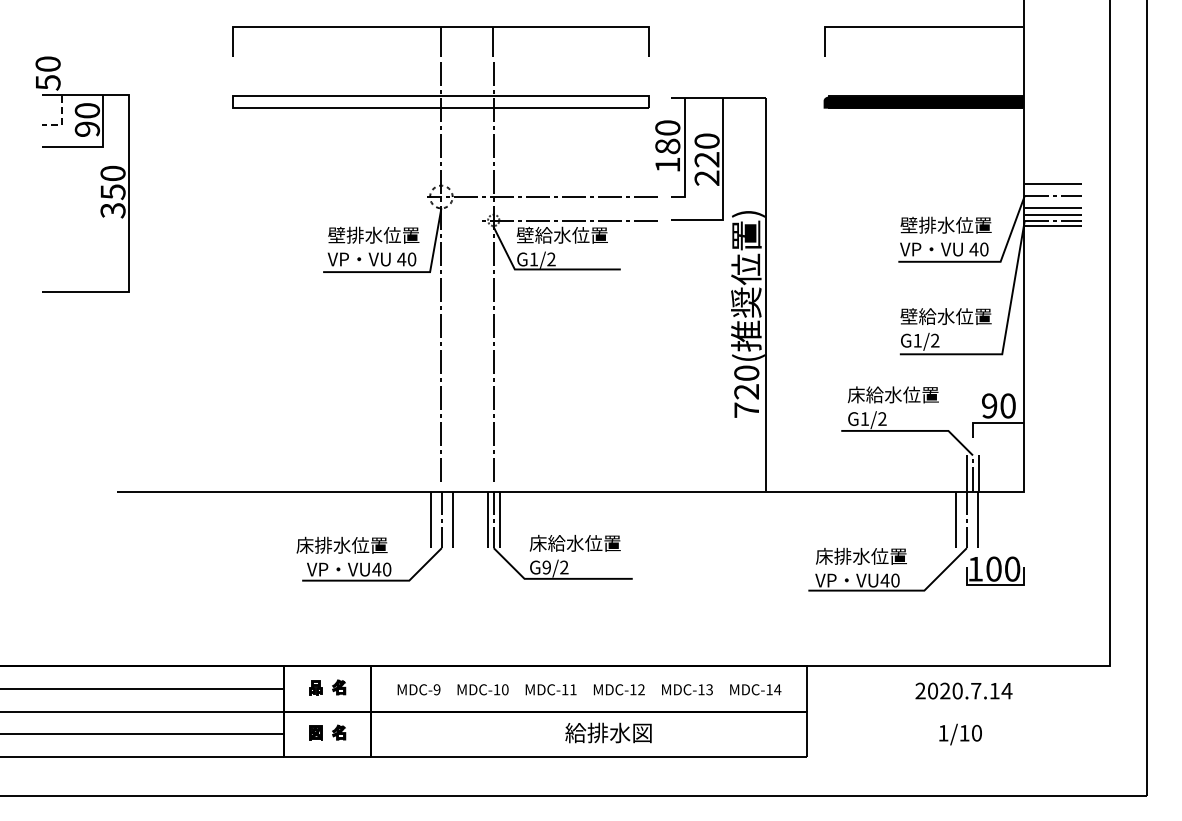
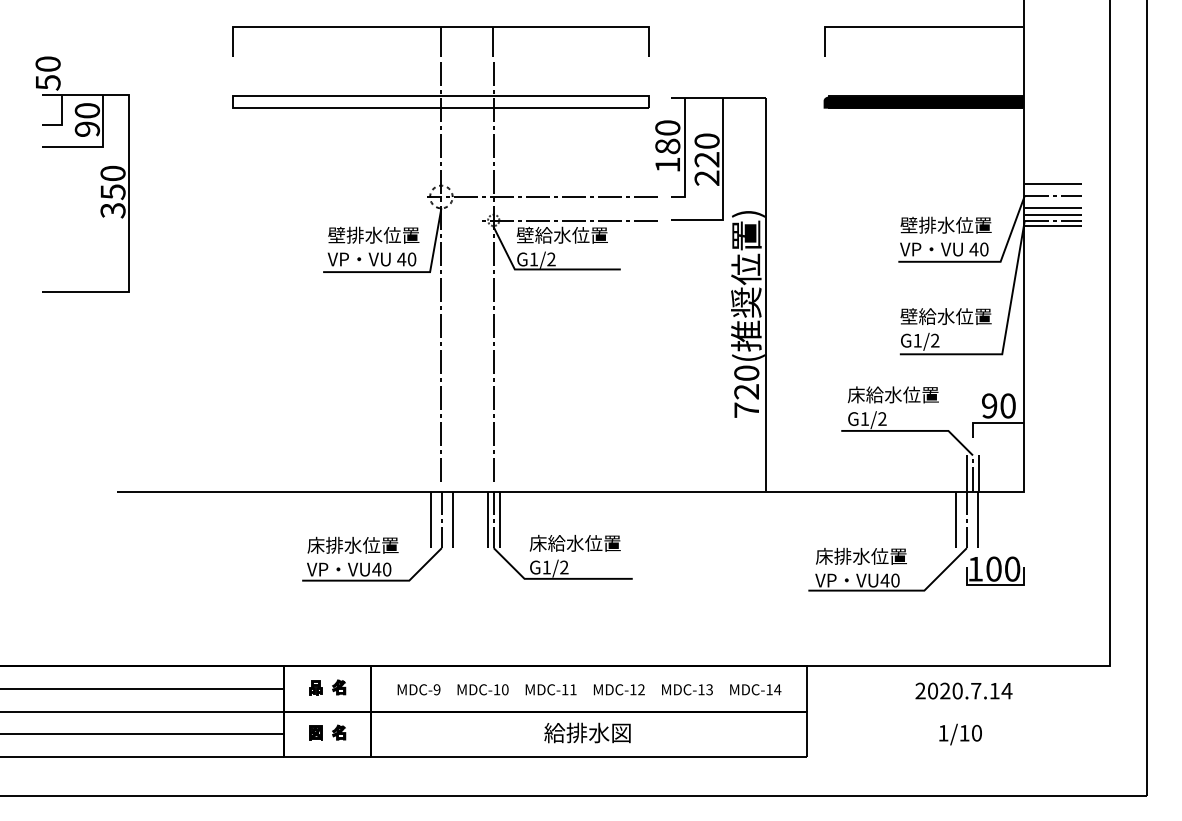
line at (62, 122): dashed -> solid
text at (341, 544) position: (341, 544) -> (352, 544)
text at (546, 567): G9/2 -> G1/2
text at (608, 732) position: (608, 732) -> (587, 732)
